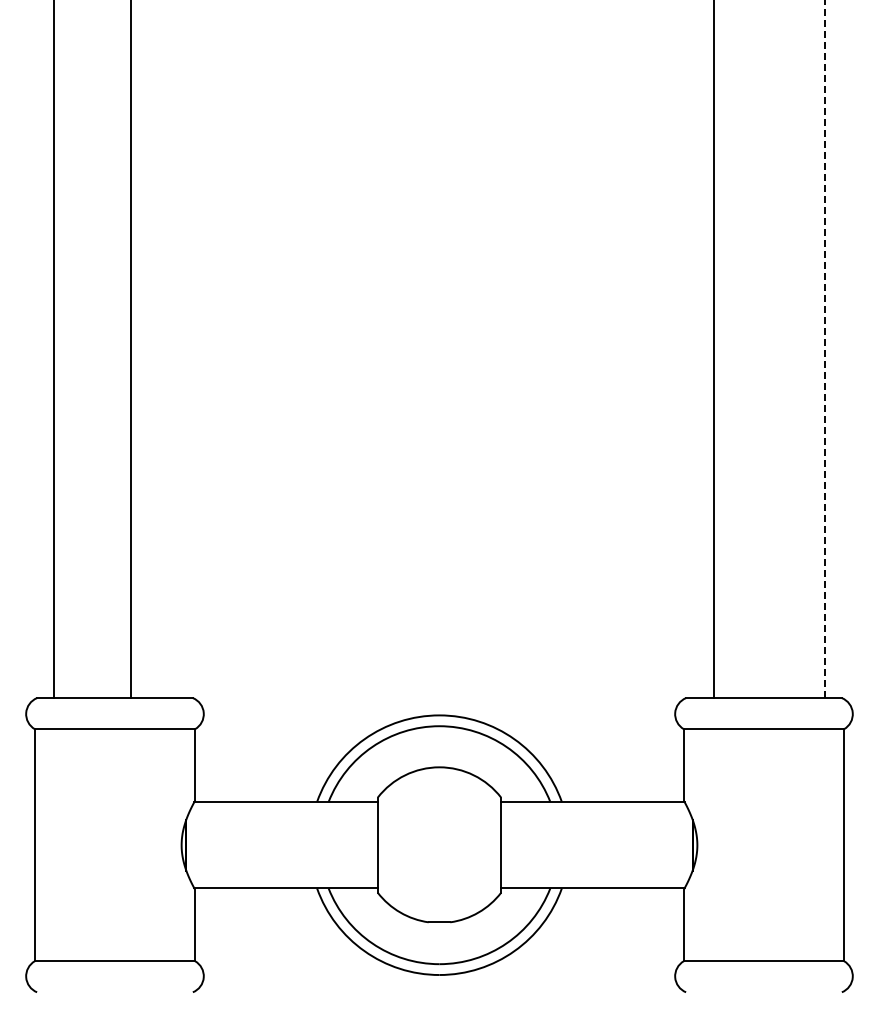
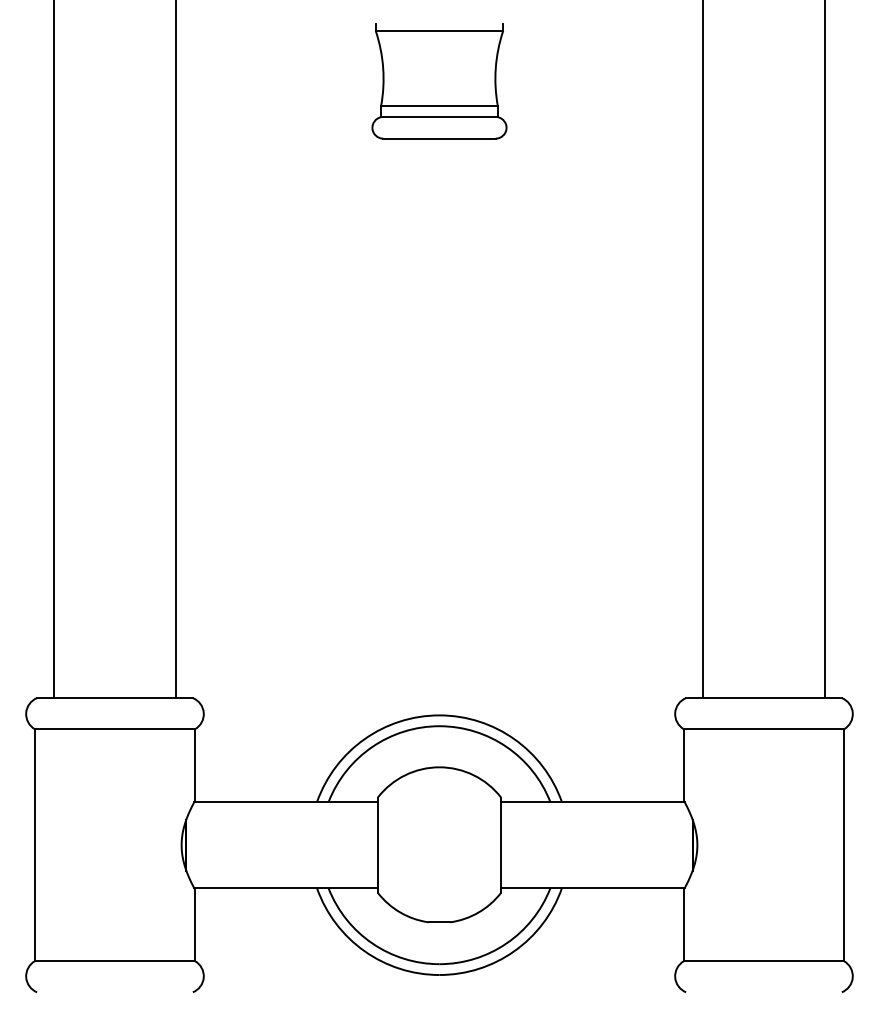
part at (439, 81): none -> present
line at (824, 349): dashed -> solid
line at (130, 350) position: (130, 350) -> (175, 350)
line at (714, 350) position: (714, 350) -> (703, 350)
